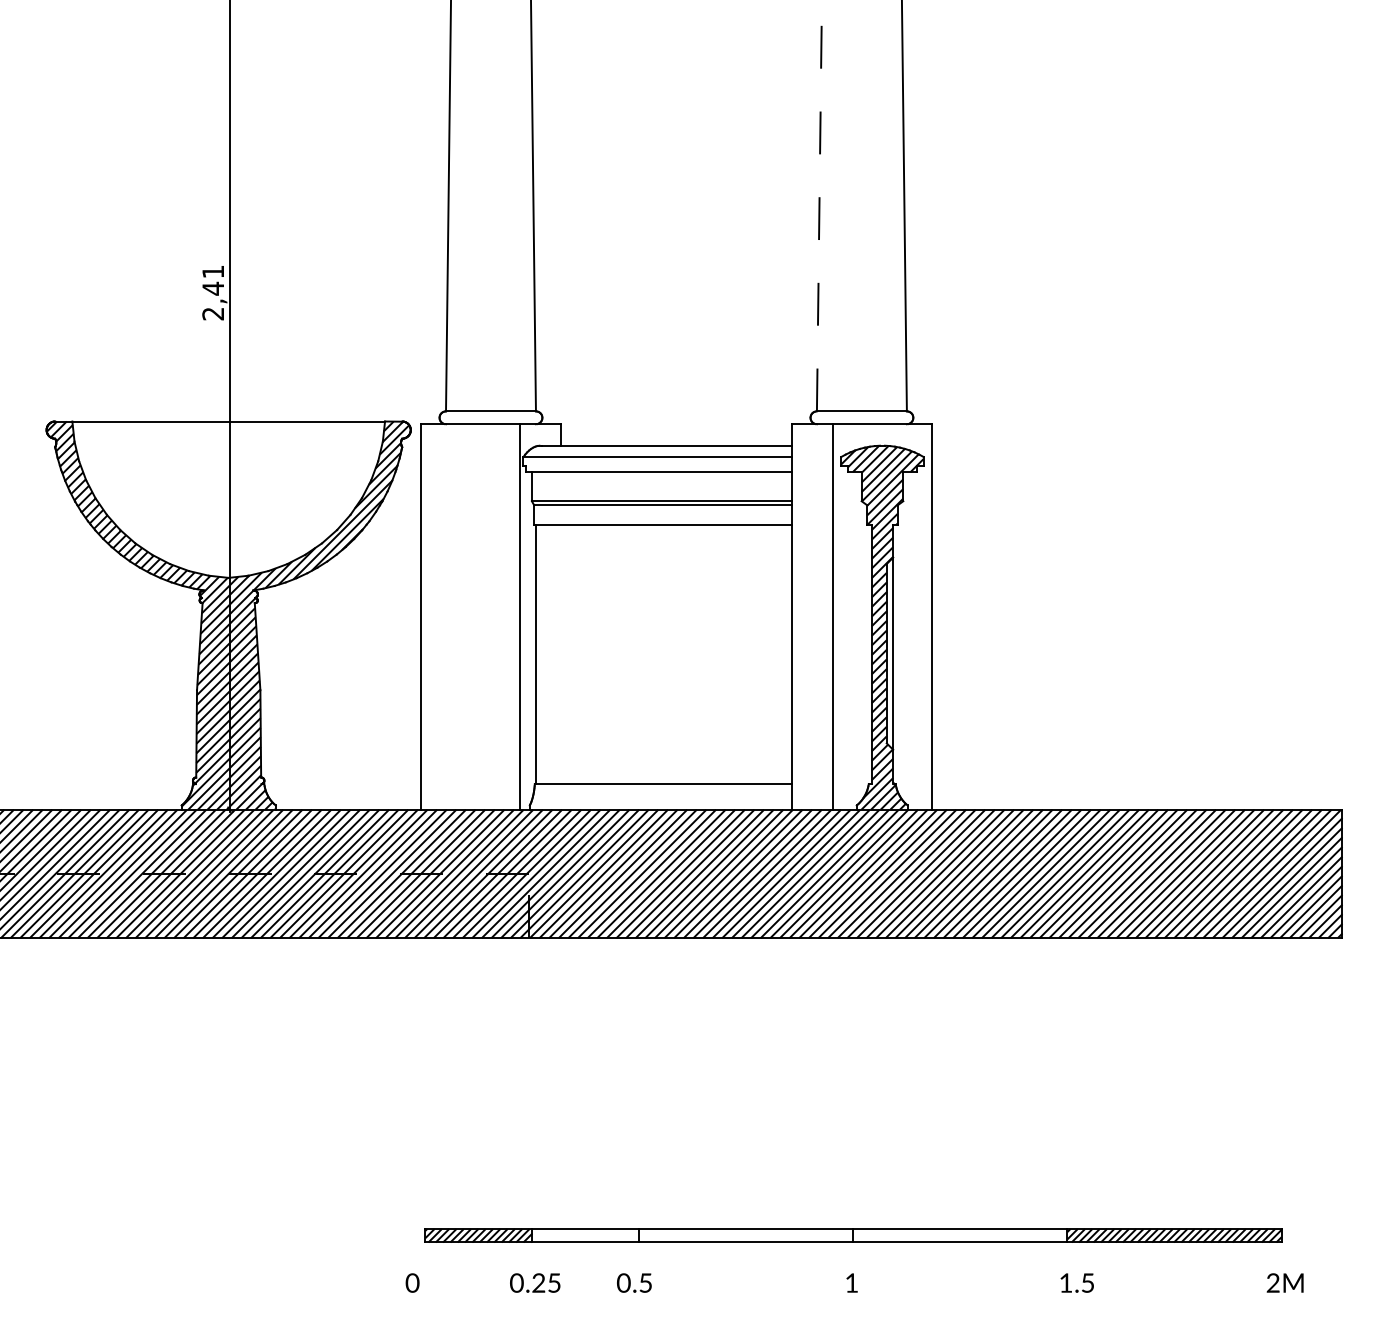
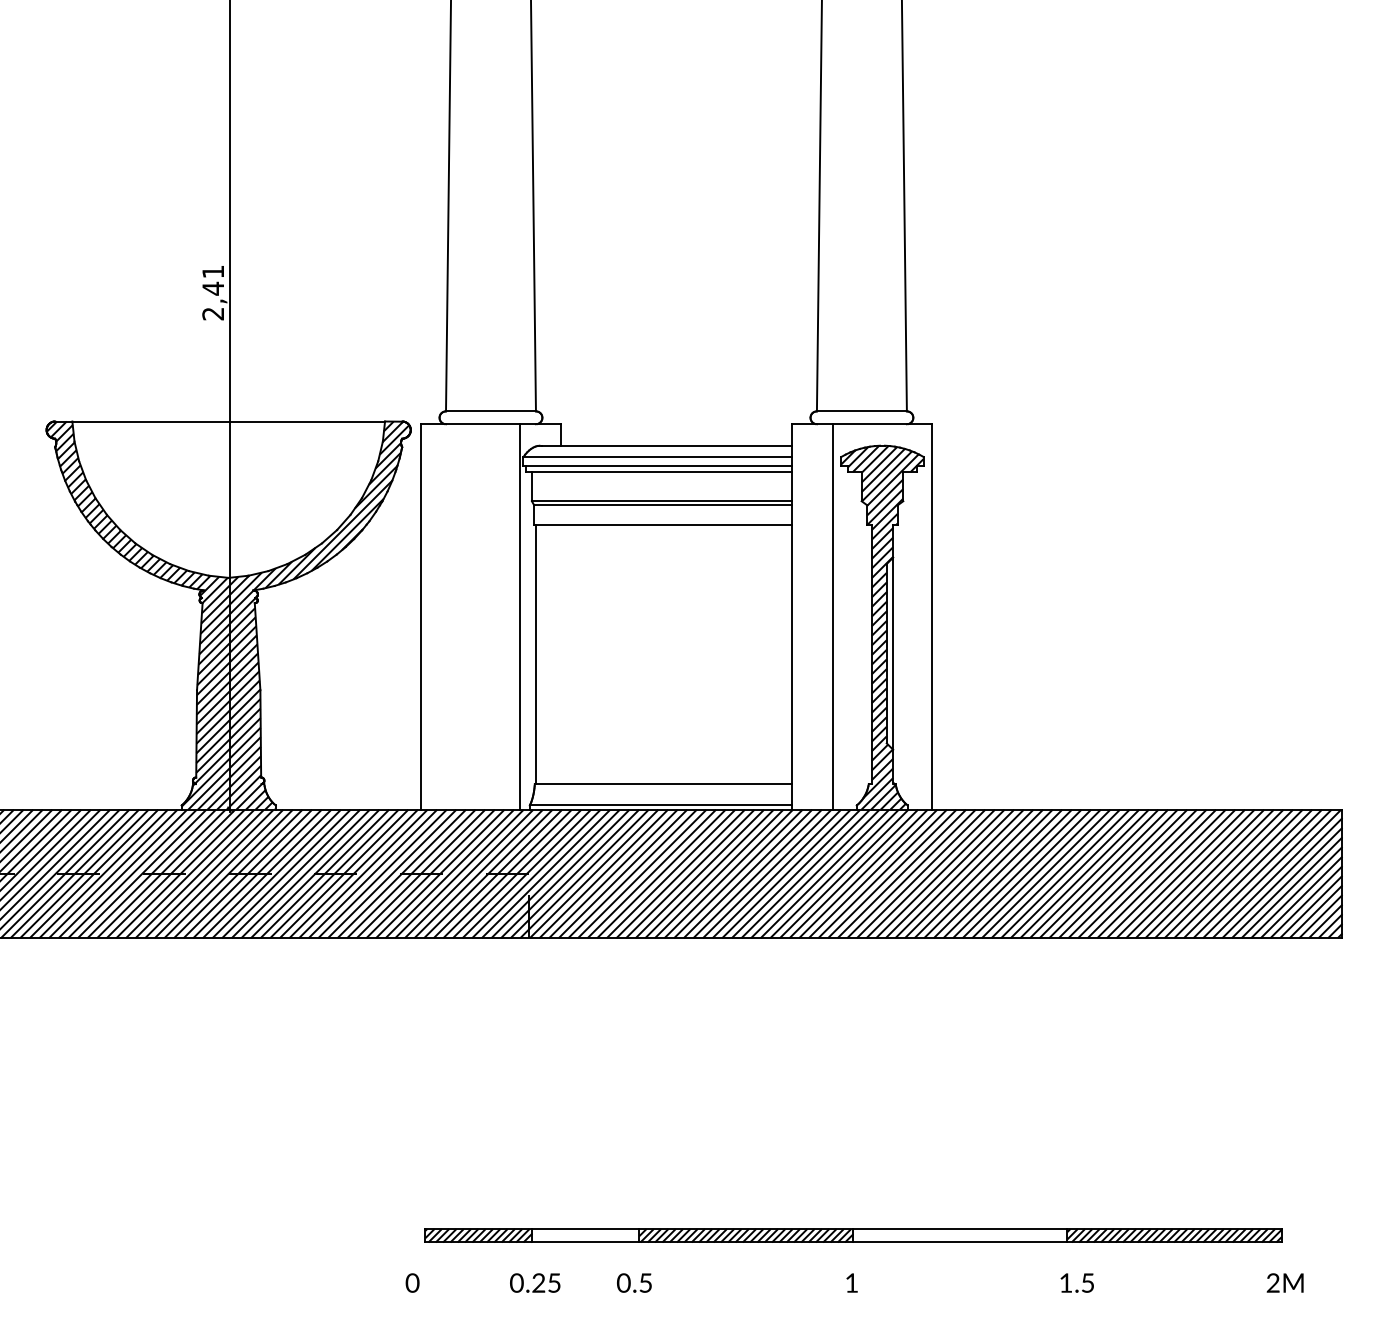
line at (819, 205): dashed -> solid
line at (658, 465): none -> present
line at (660, 805): none -> present
hatch at (746, 1235): none -> present
